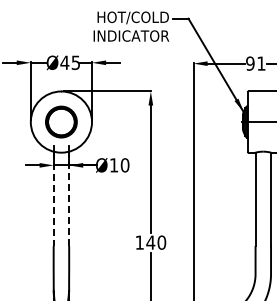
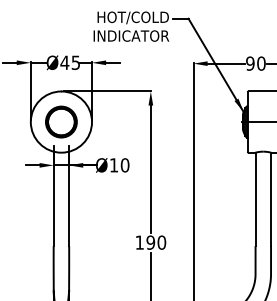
text at (261, 63): 91 -> 90
line at (69, 198): dashed -> solid
line at (53, 199): dashed -> solid
text at (150, 242): 140 -> 190
